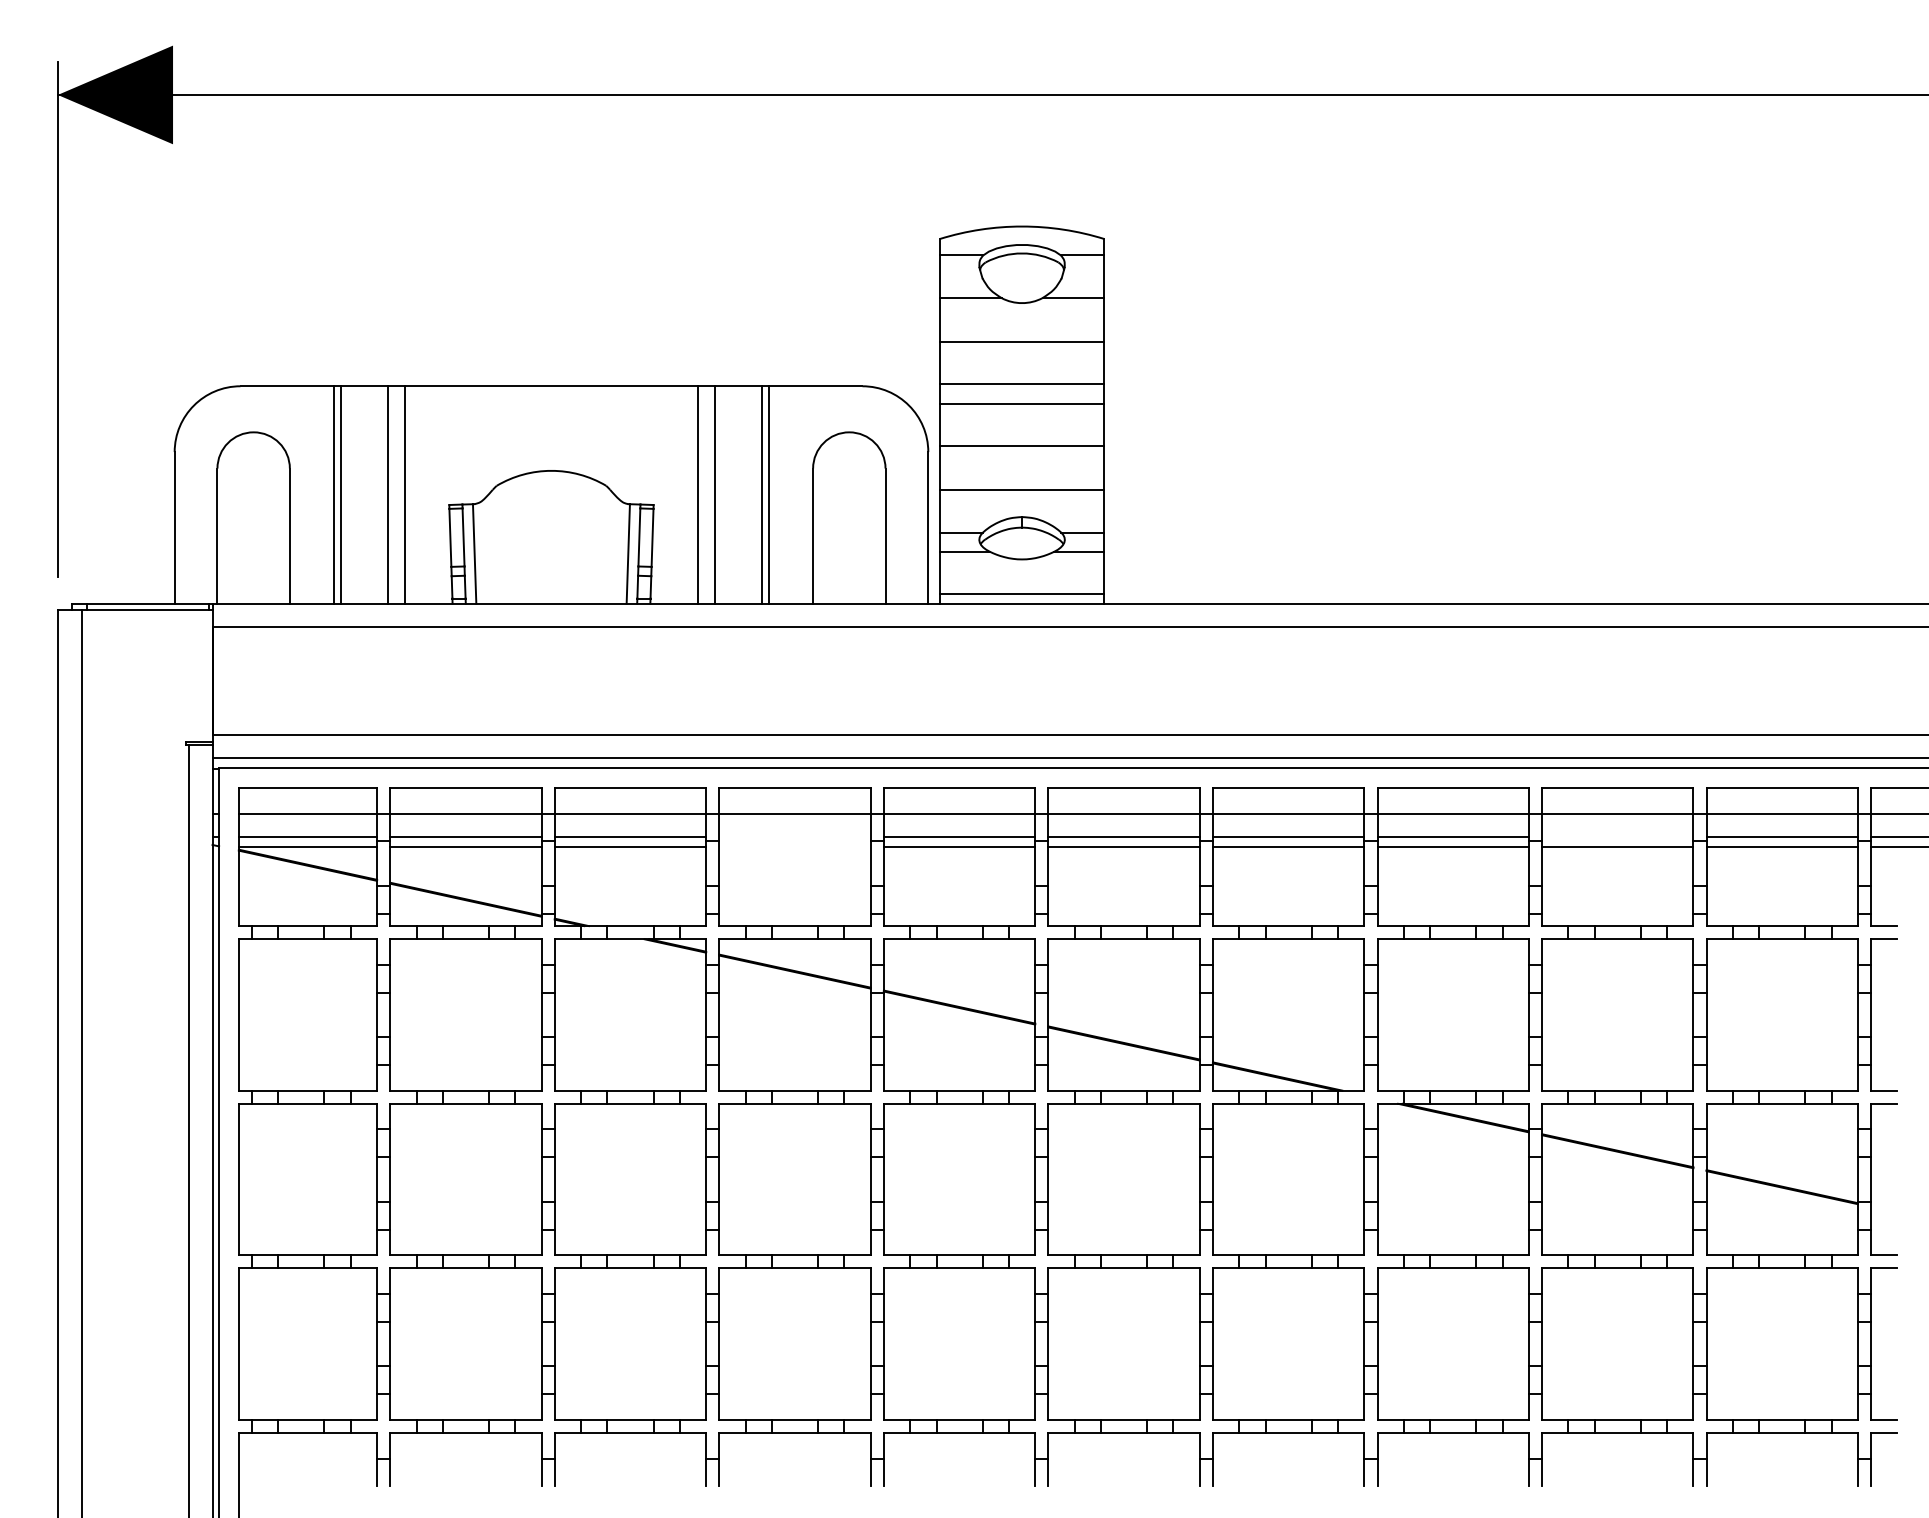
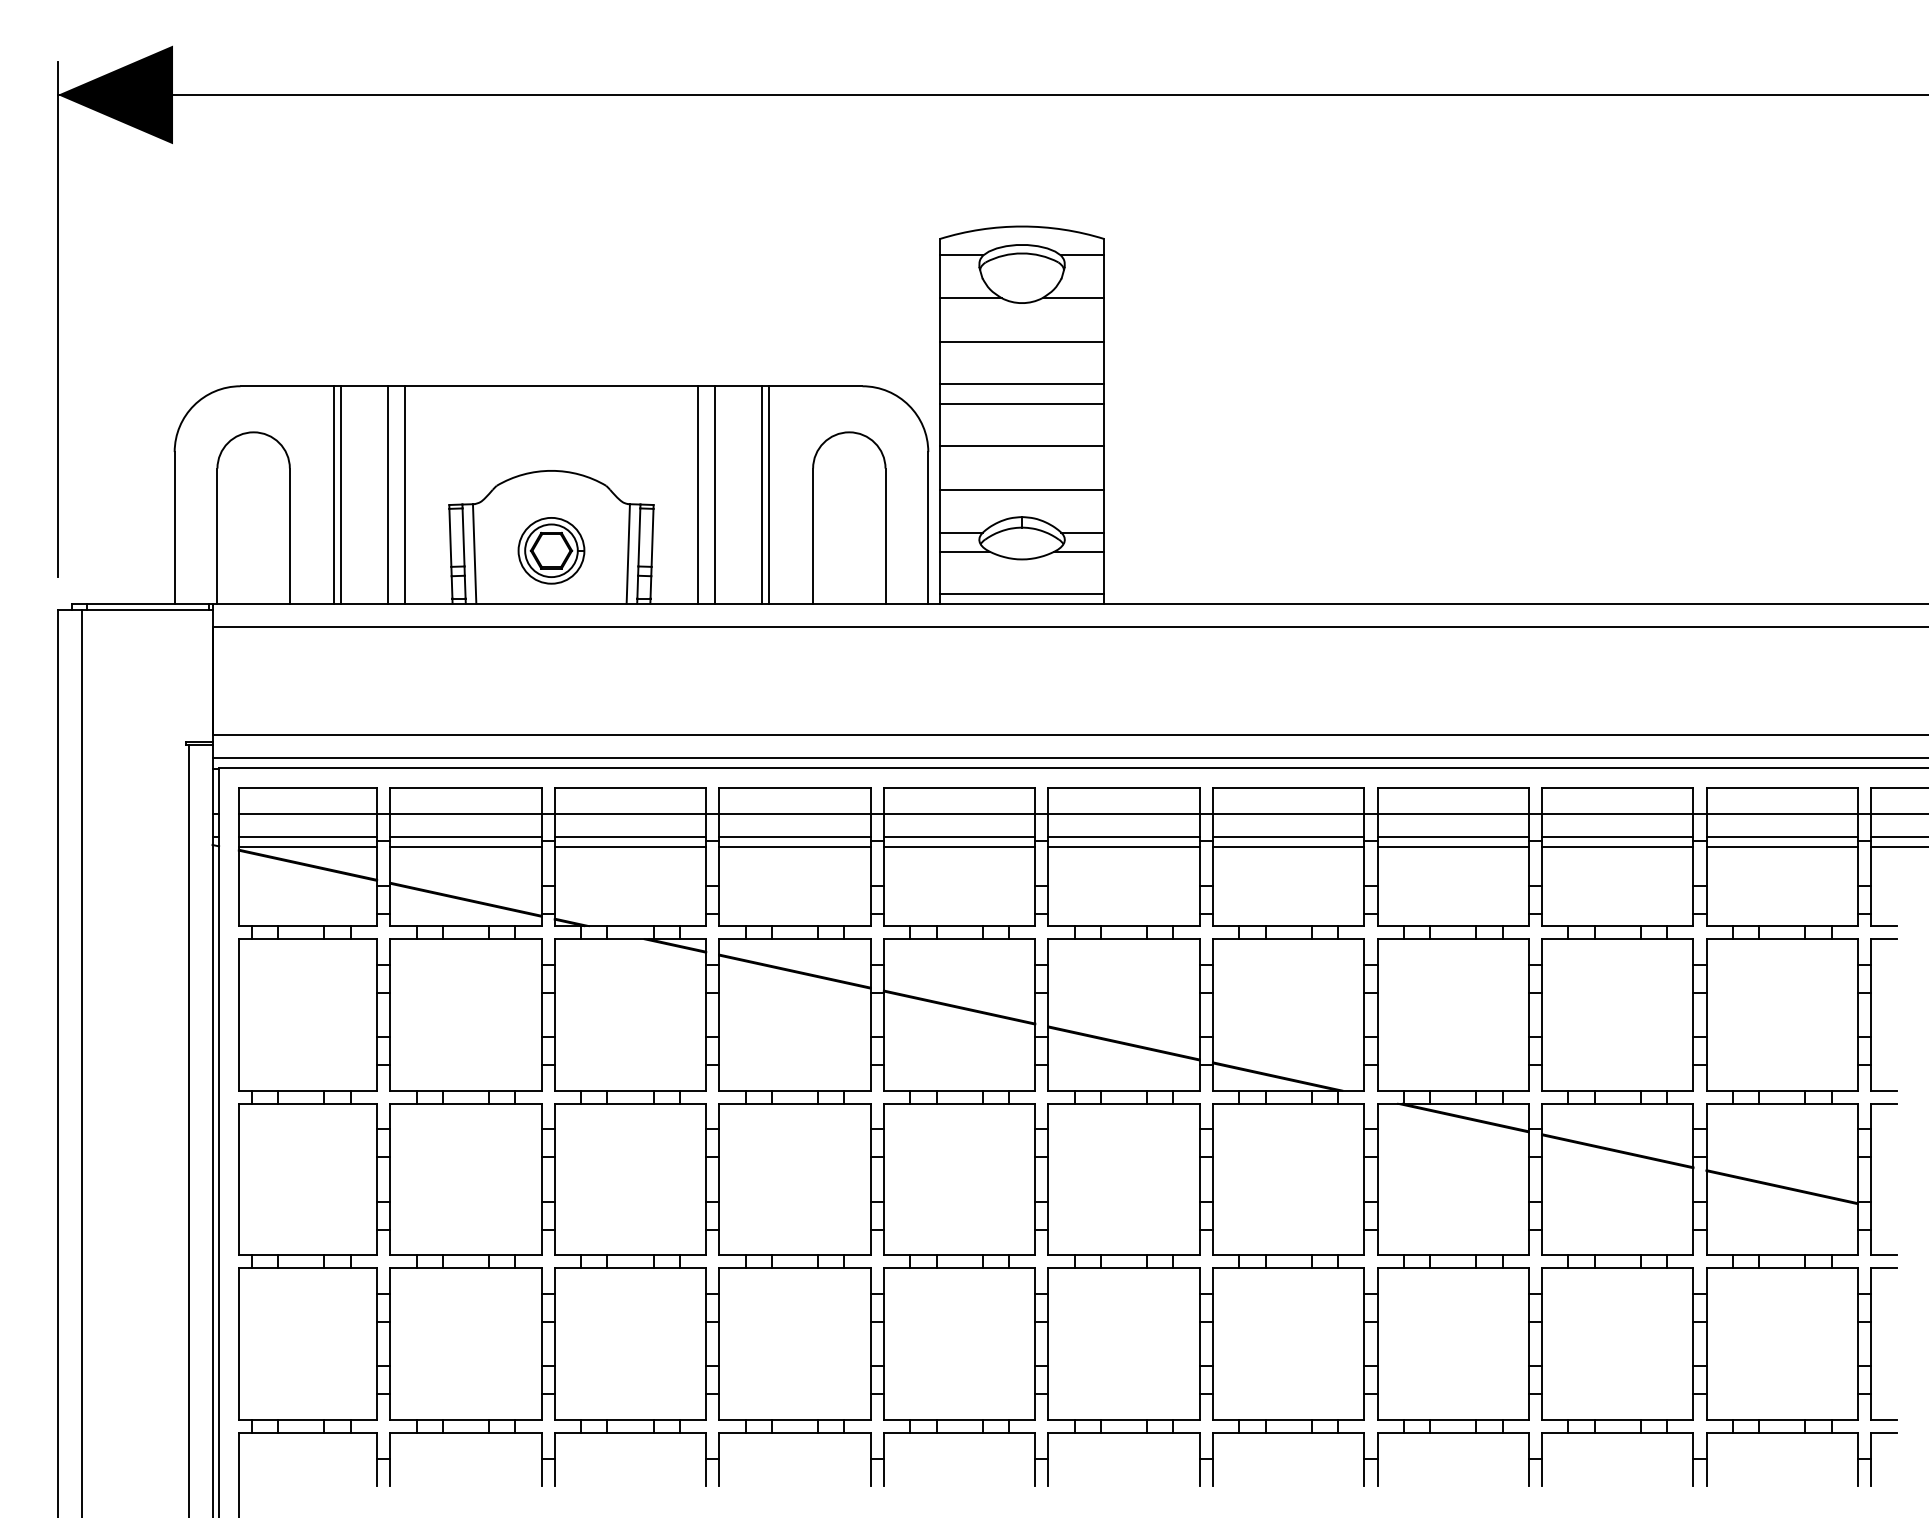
part at (551, 550): none -> present
line at (794, 837): none -> present
line at (1617, 837): none -> present
line at (794, 846): none -> present
